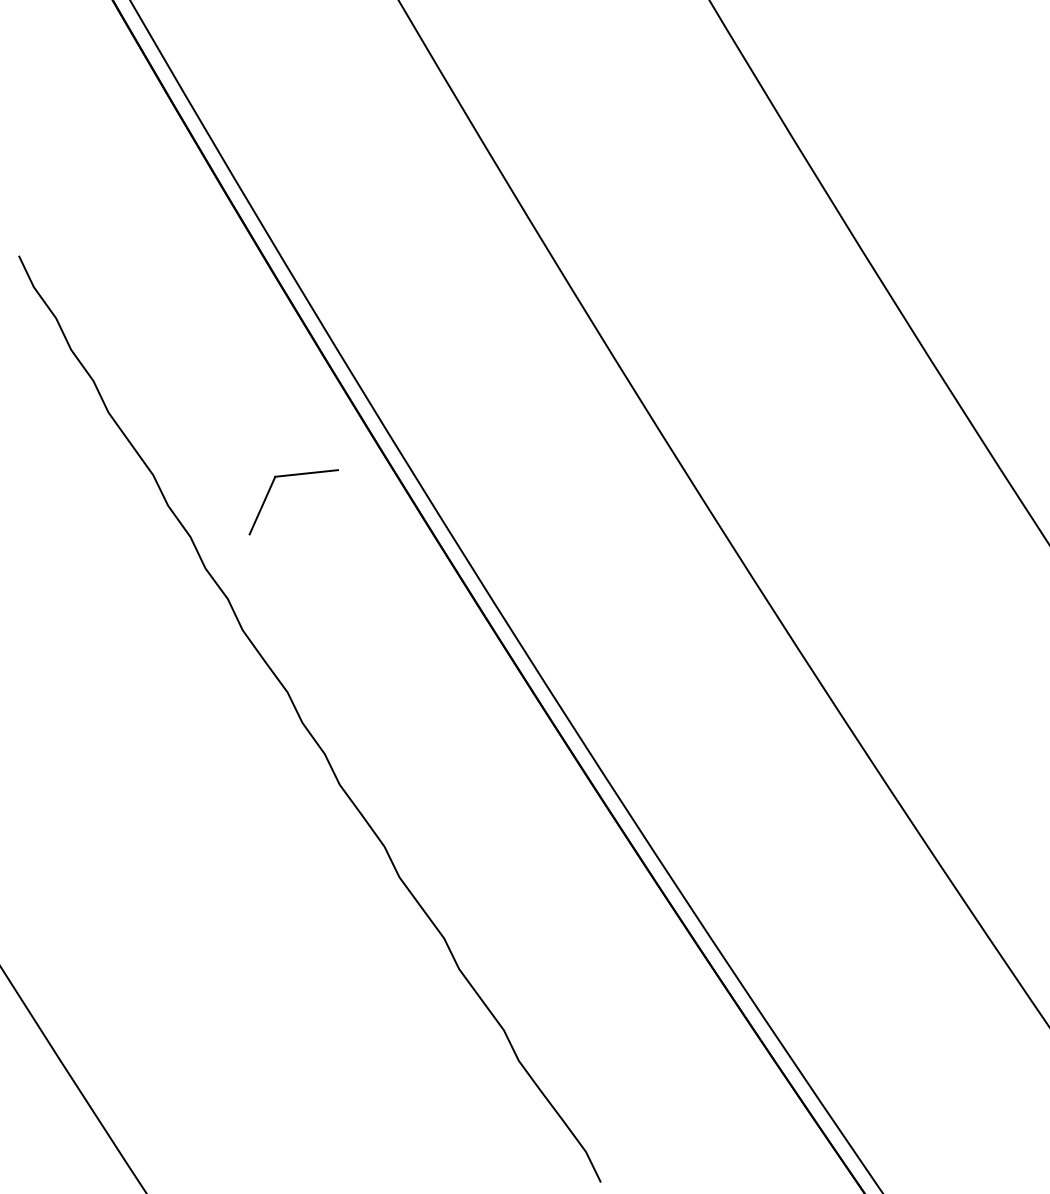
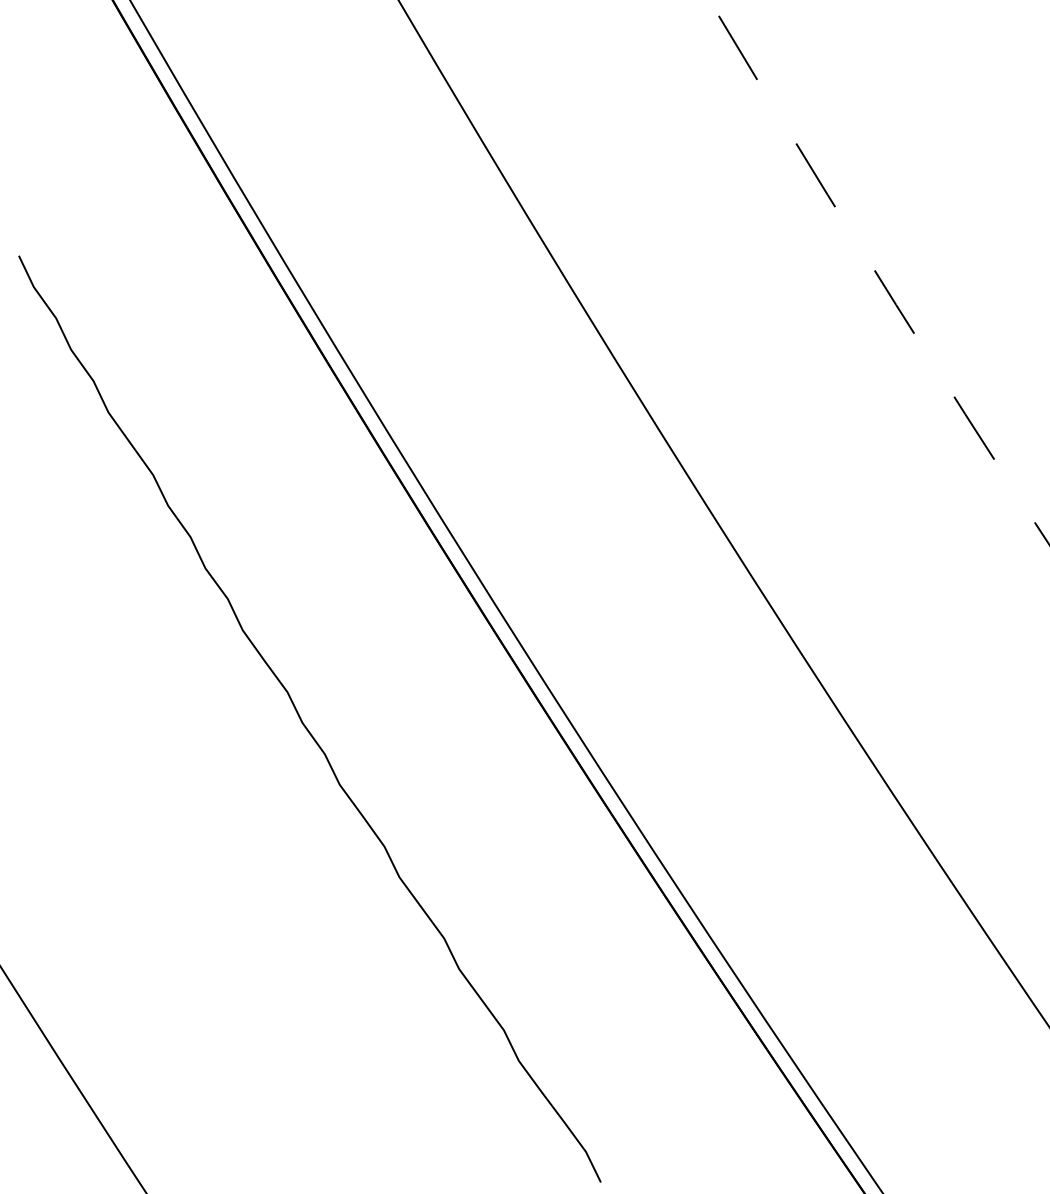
arc at (877, 275): solid -> dashed
part at (270, 490): present -> none
